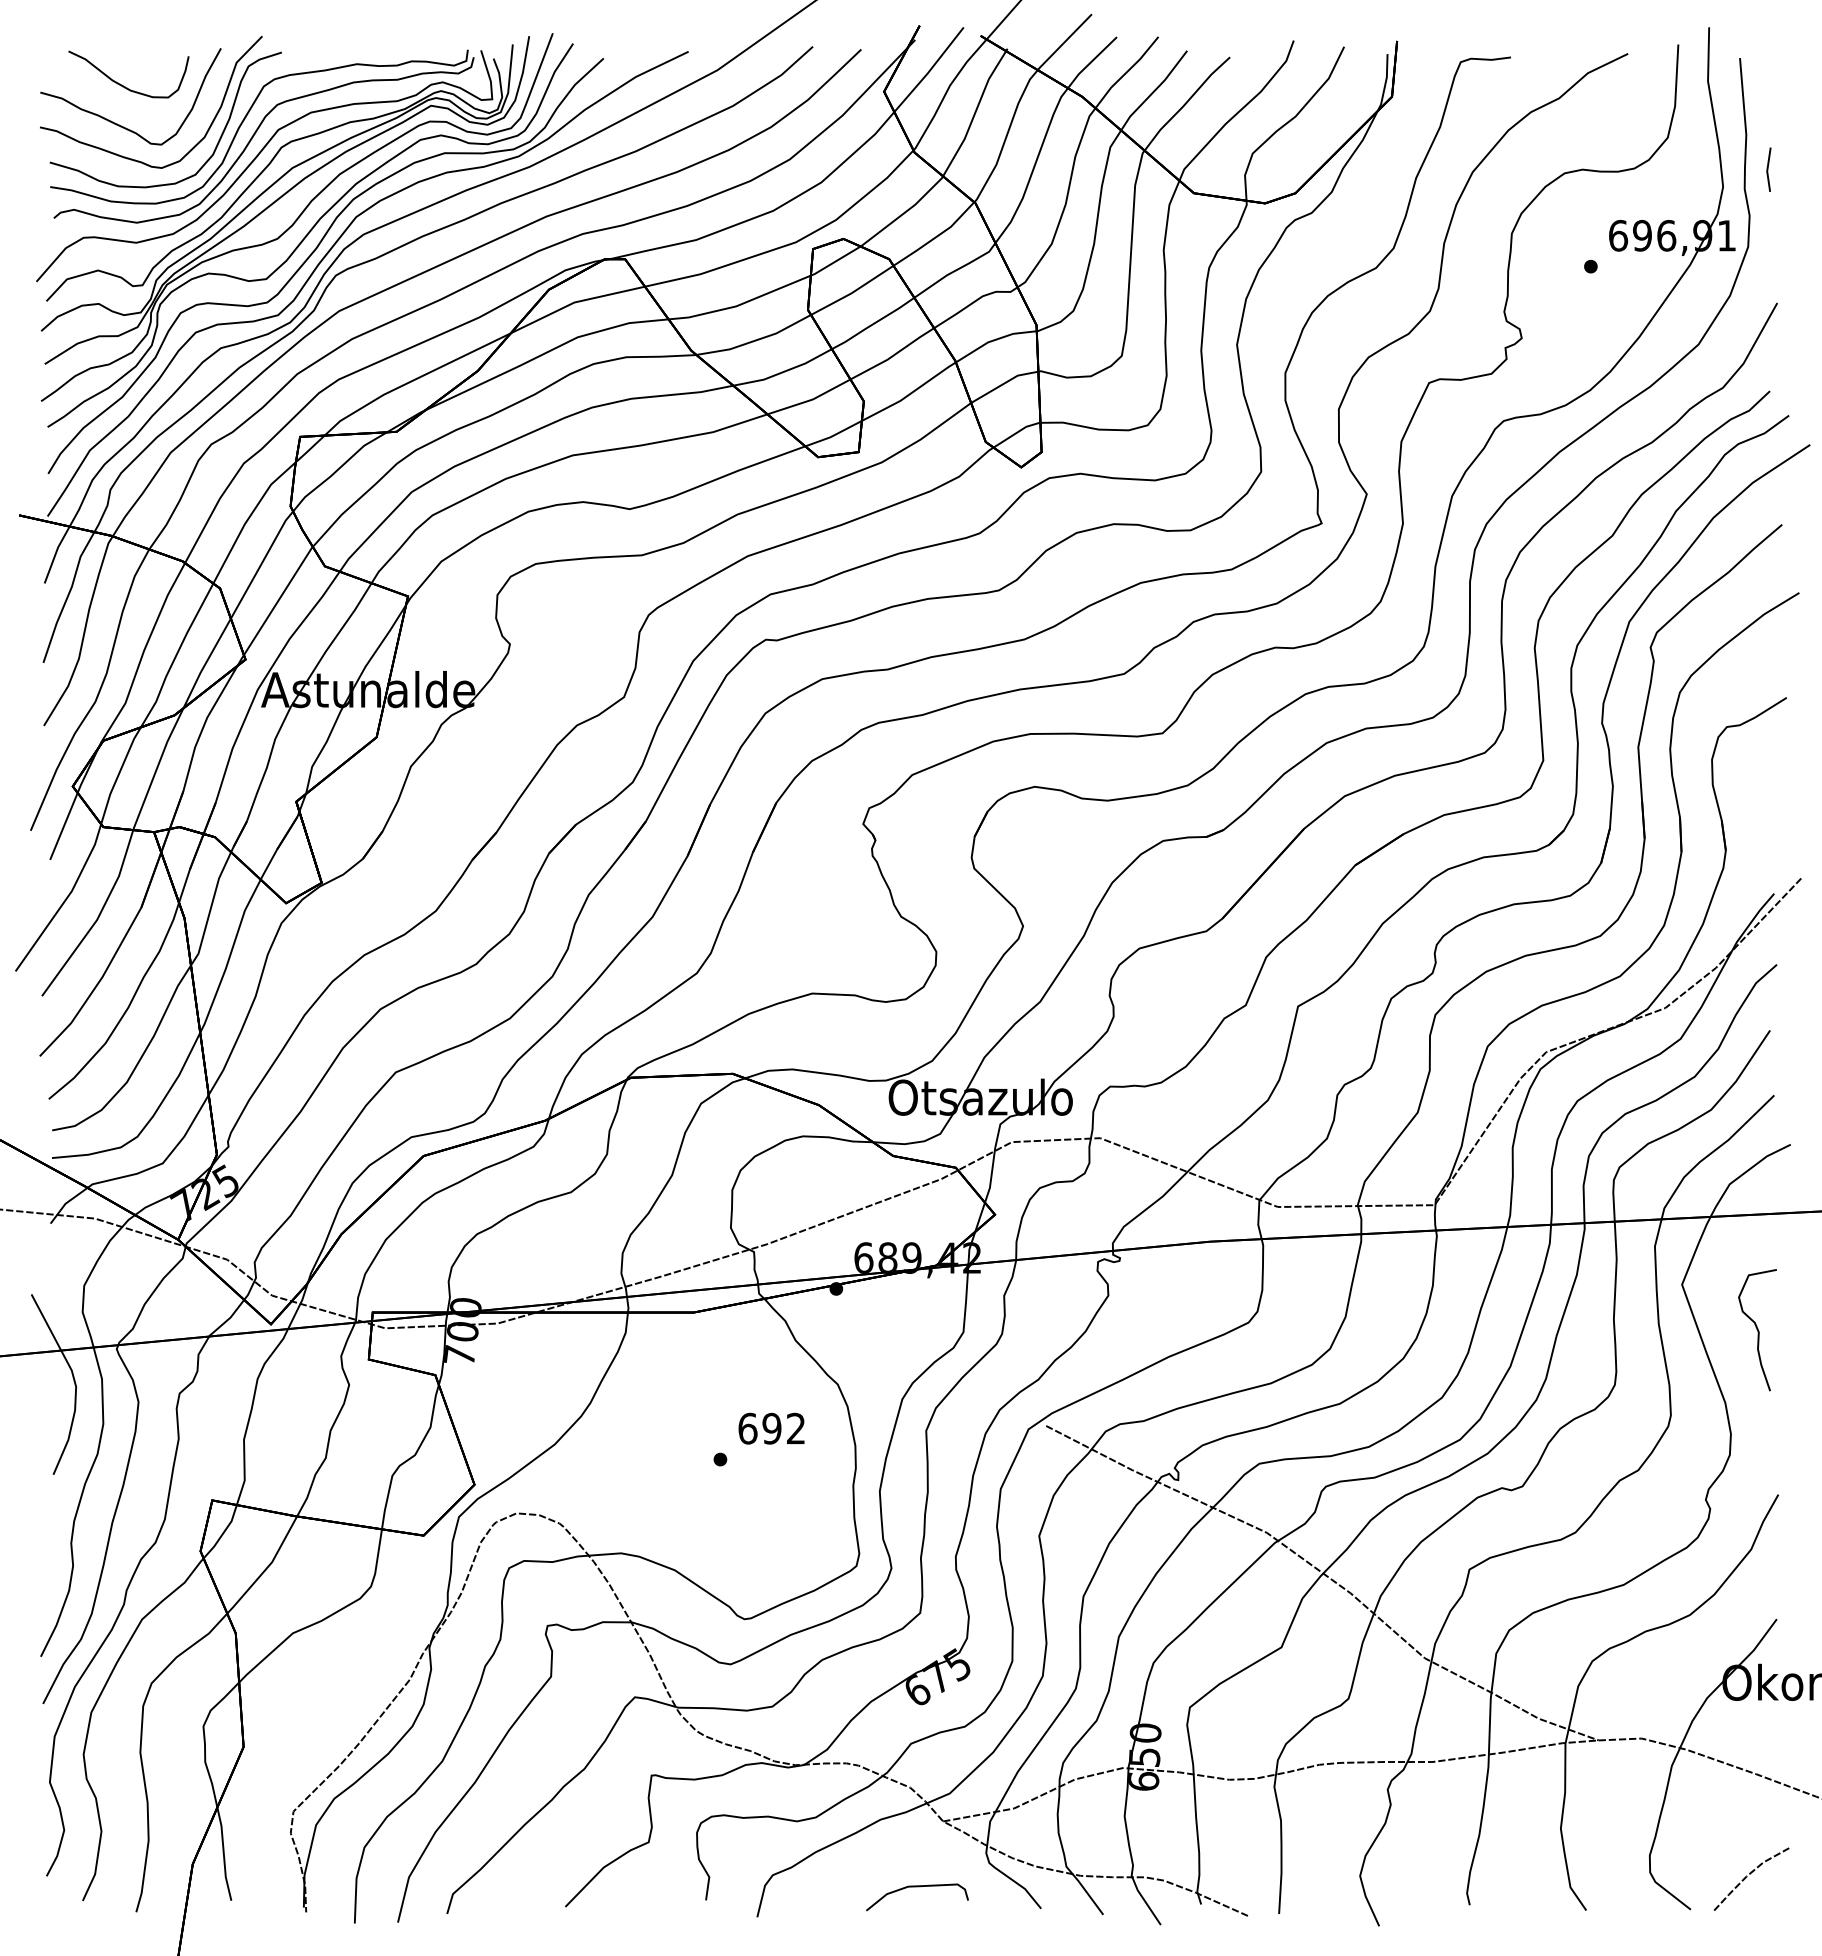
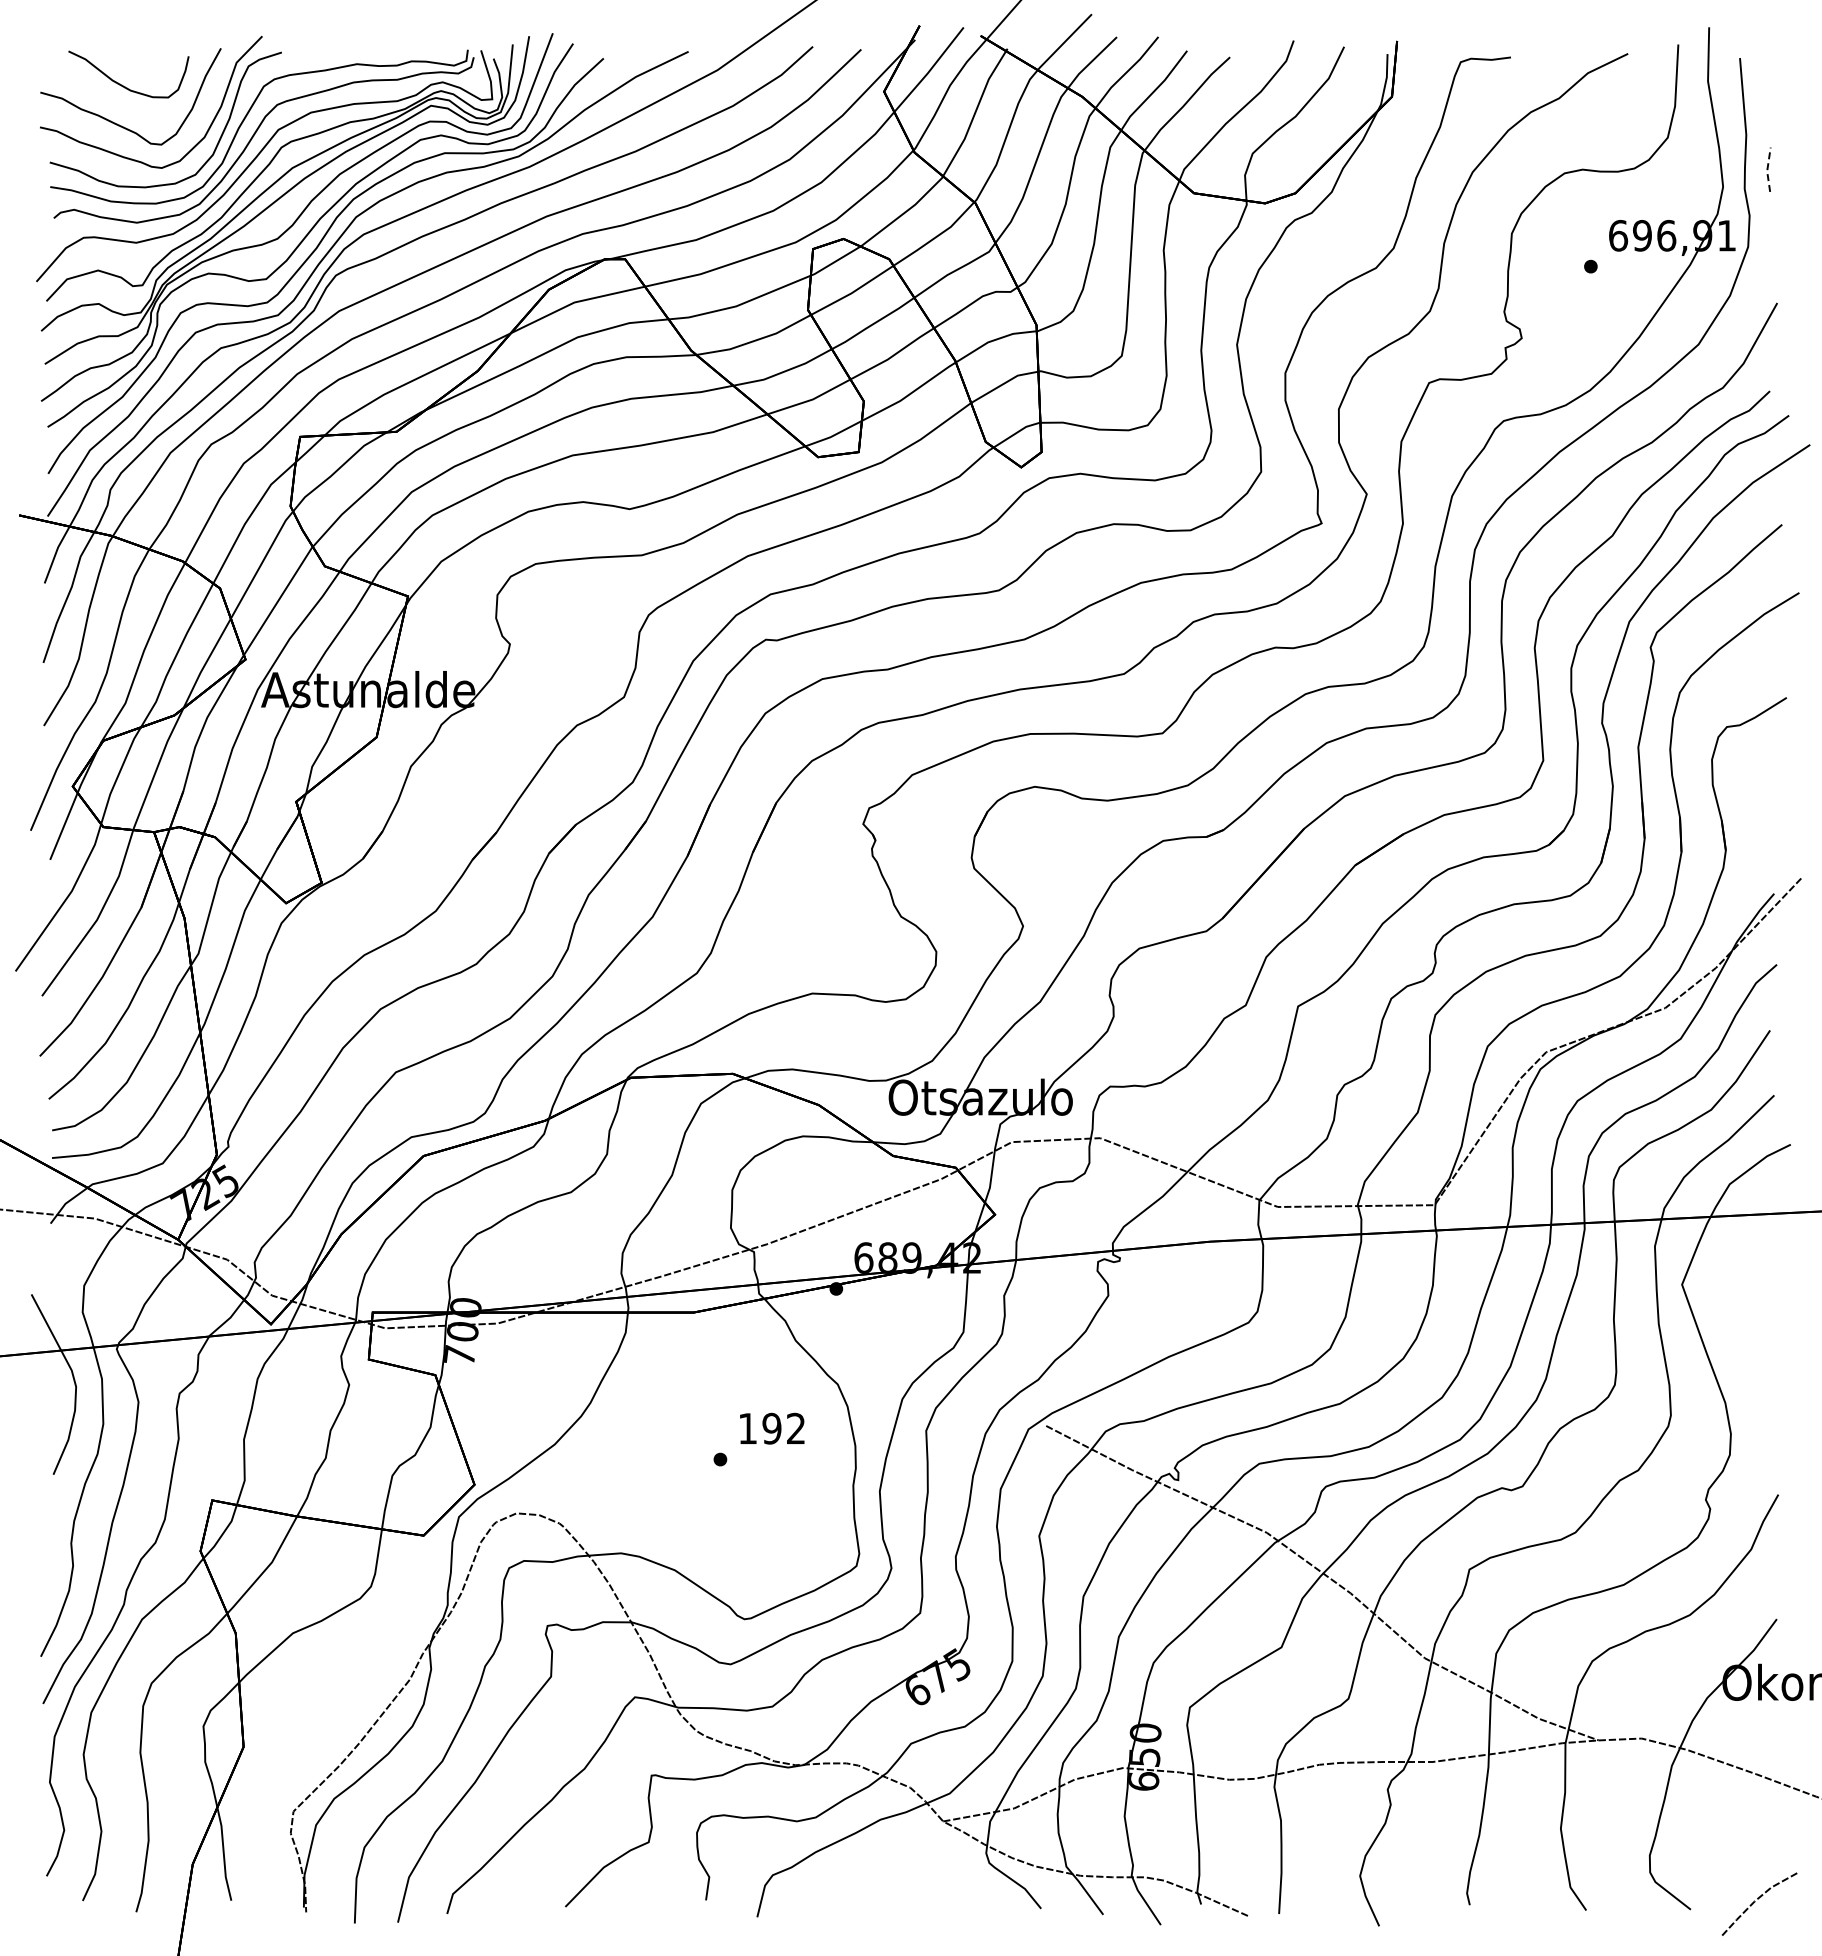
line at (1767, 169): solid -> dashed
curve at (1757, 1330): present -> none
text at (747, 1428): 692 -> 192
line at (1750, 1874) position: (1750, 1874) -> (1758, 1899)
curve at (917, 1887): present -> none
